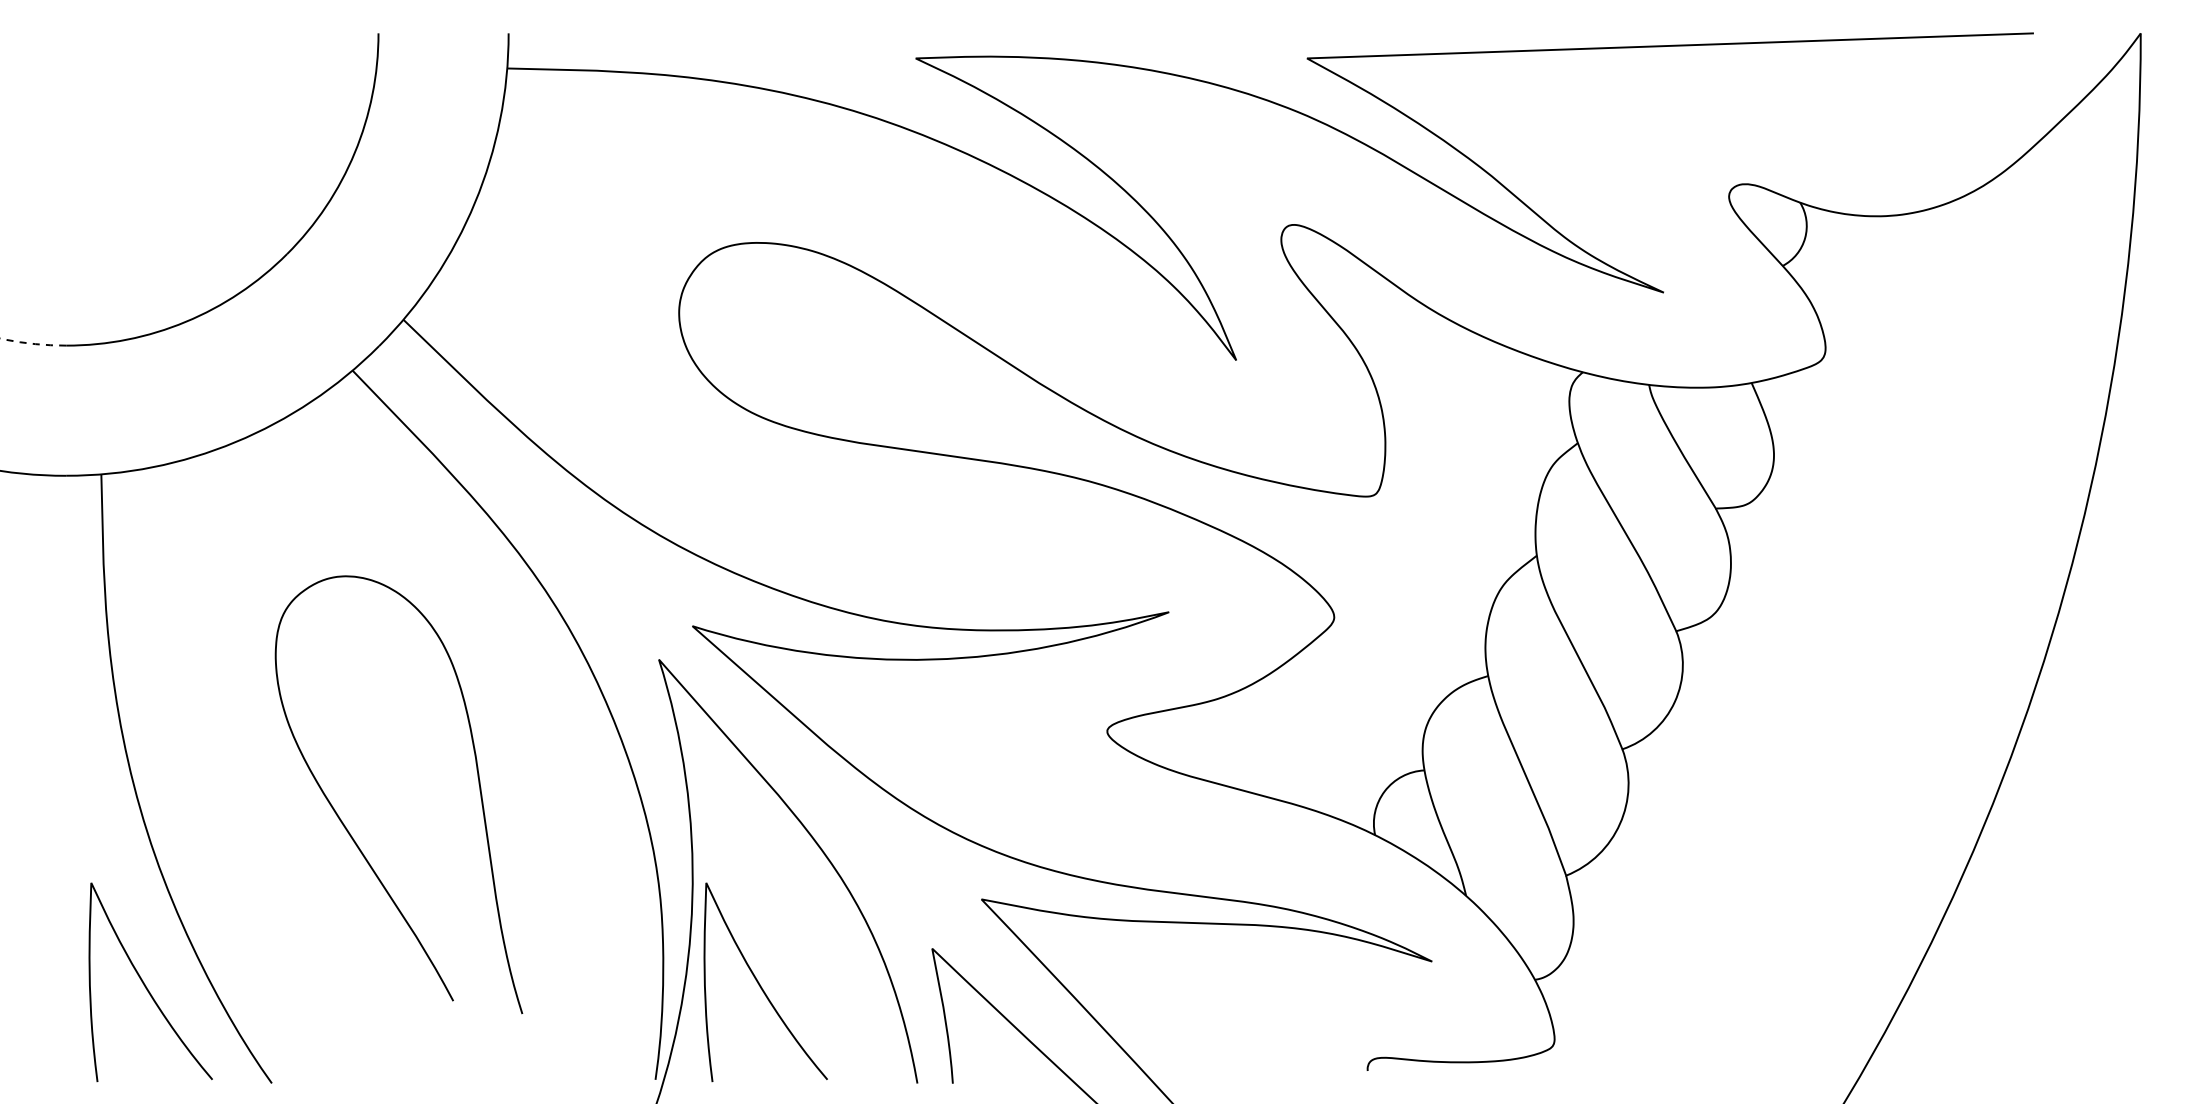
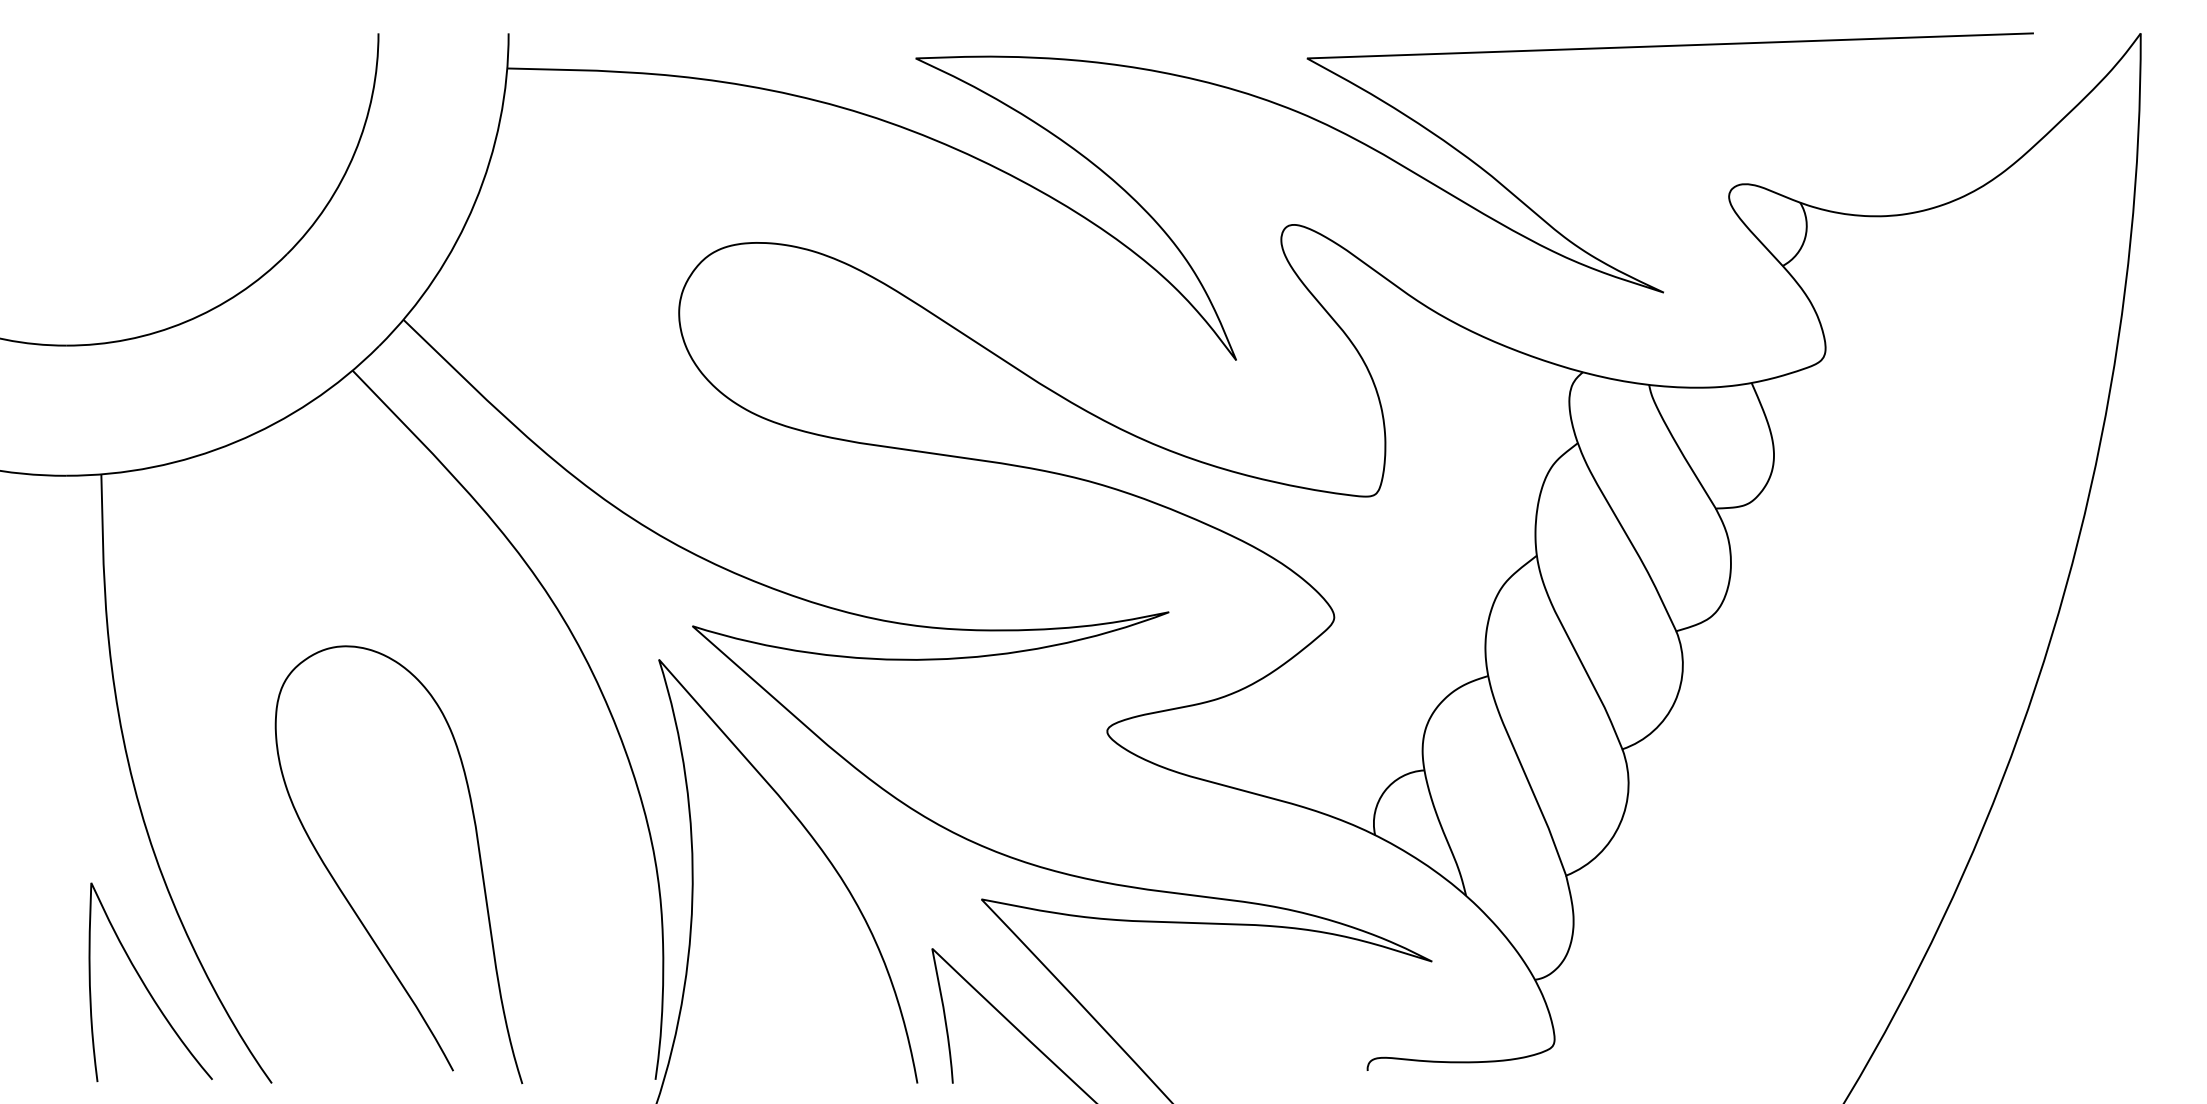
arc at (33, 343): dashed -> solid
curve at (347, 828) position: (347, 828) -> (347, 898)
curve at (760, 984): present -> none
